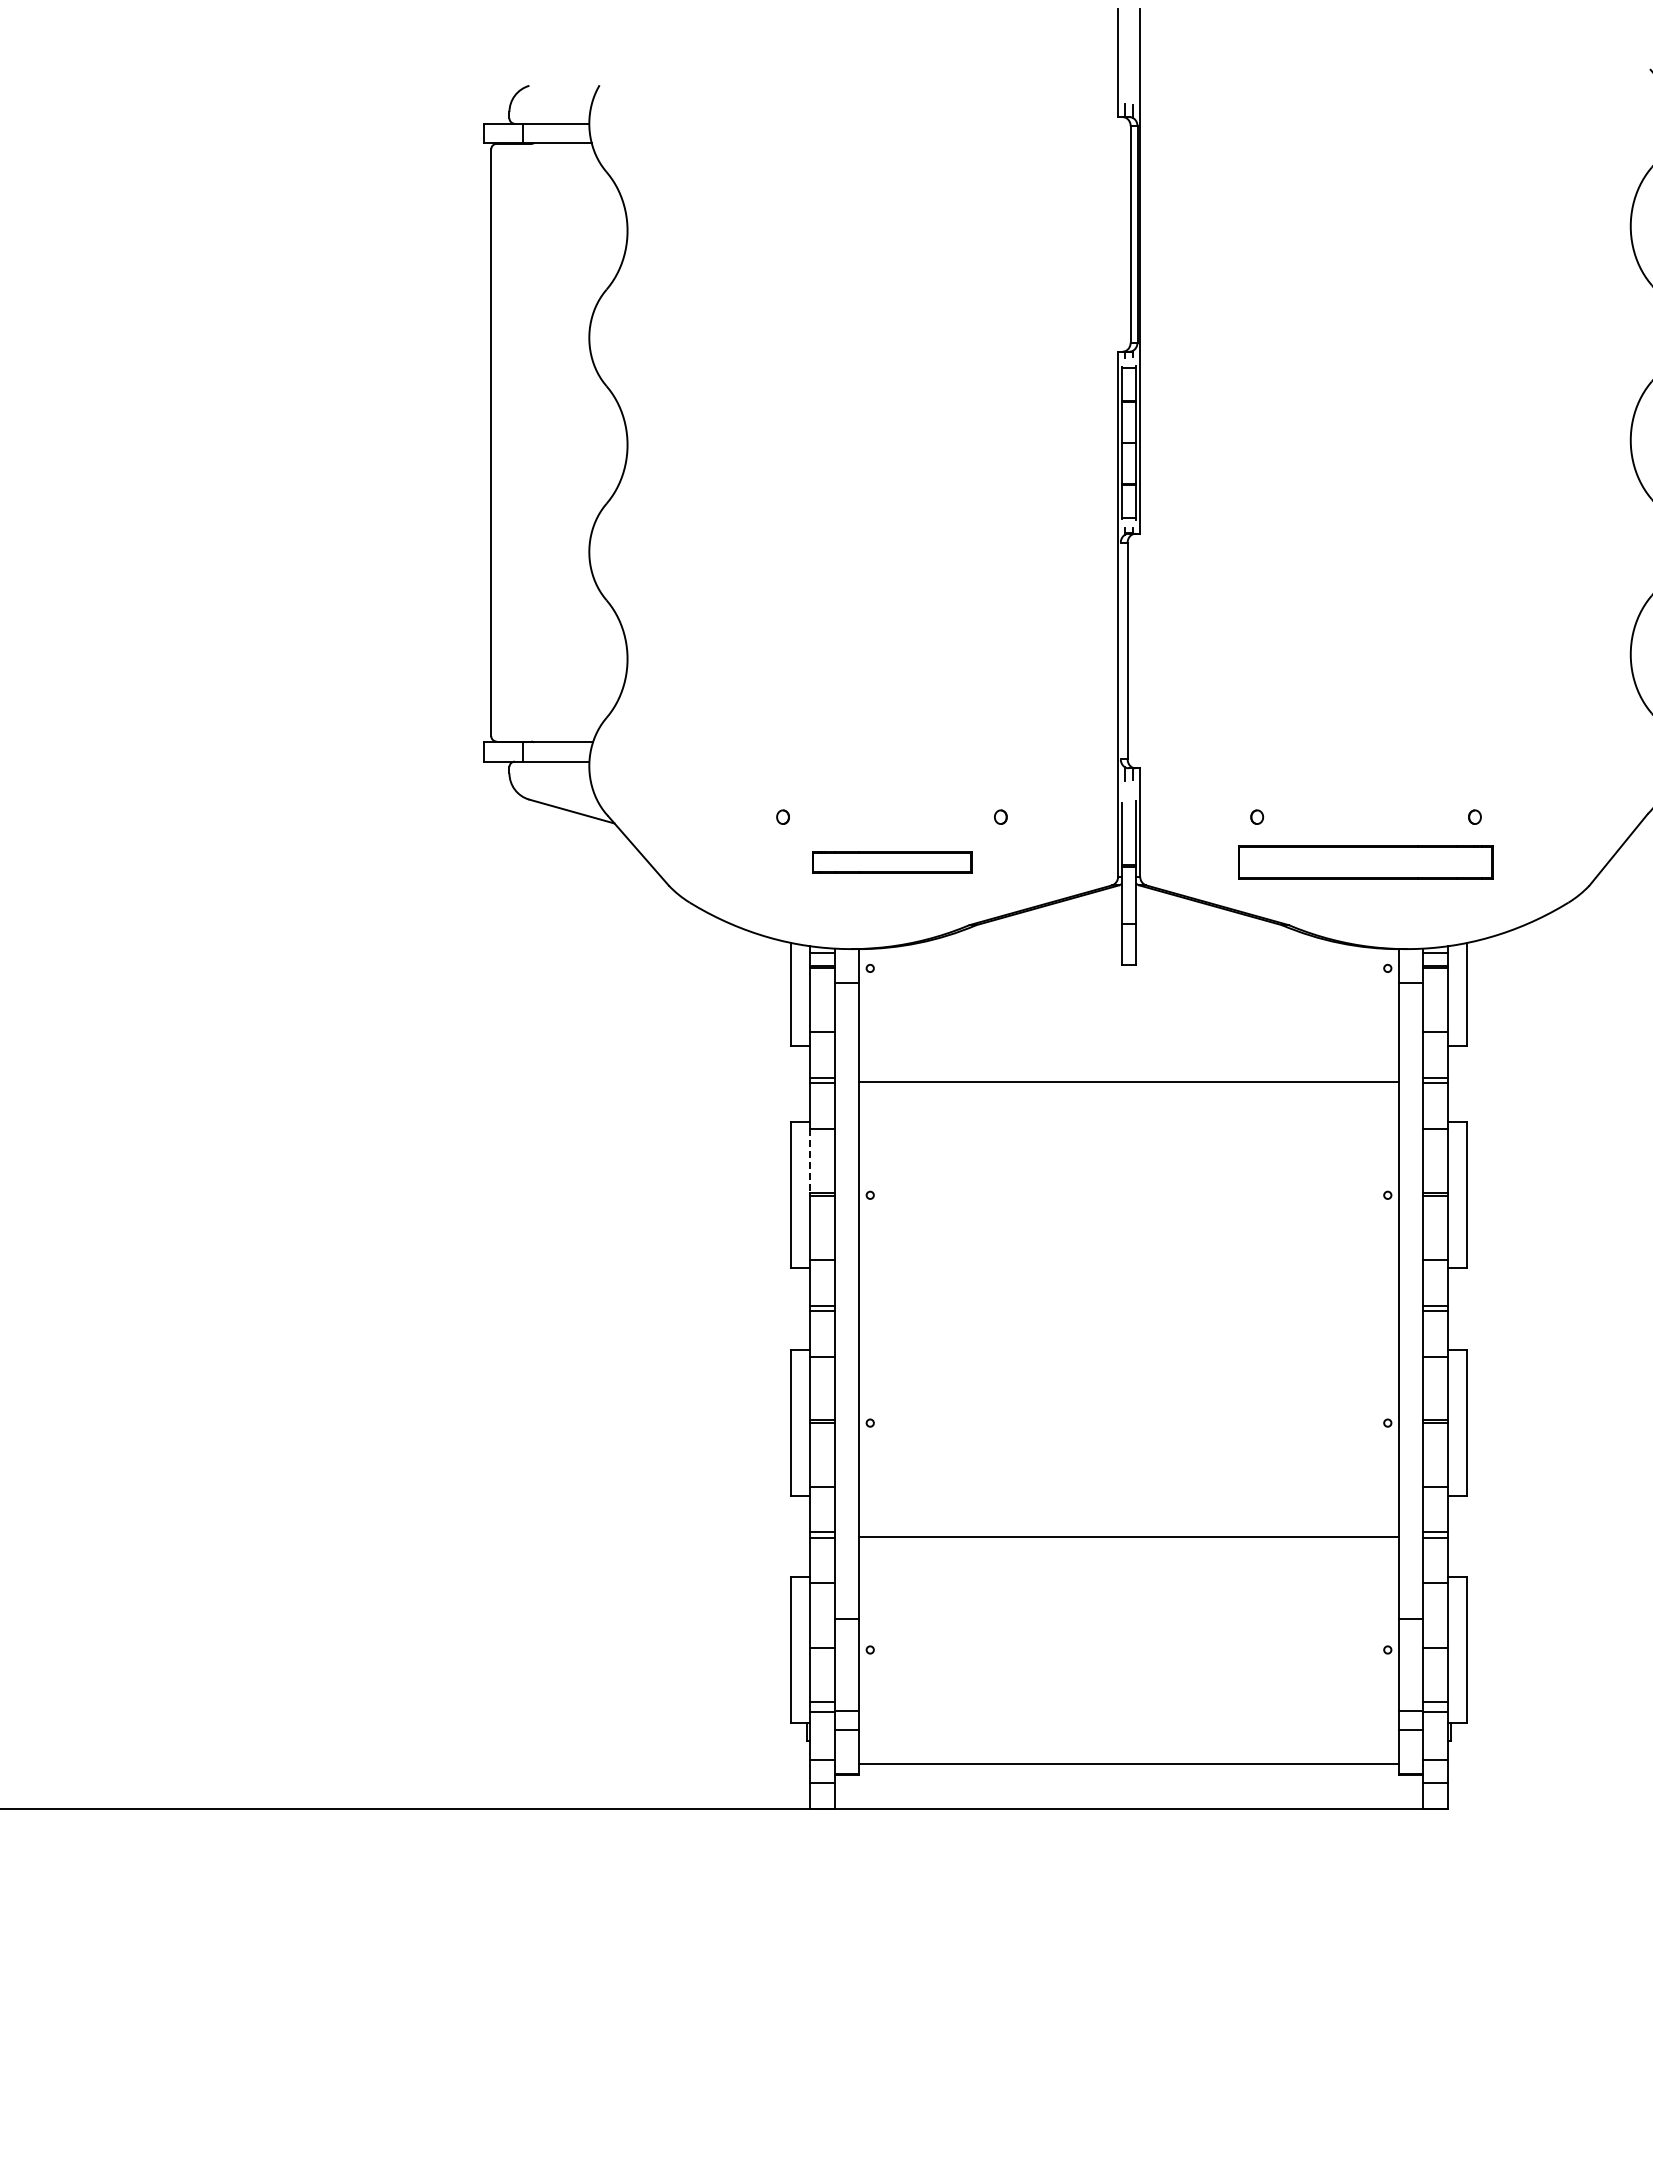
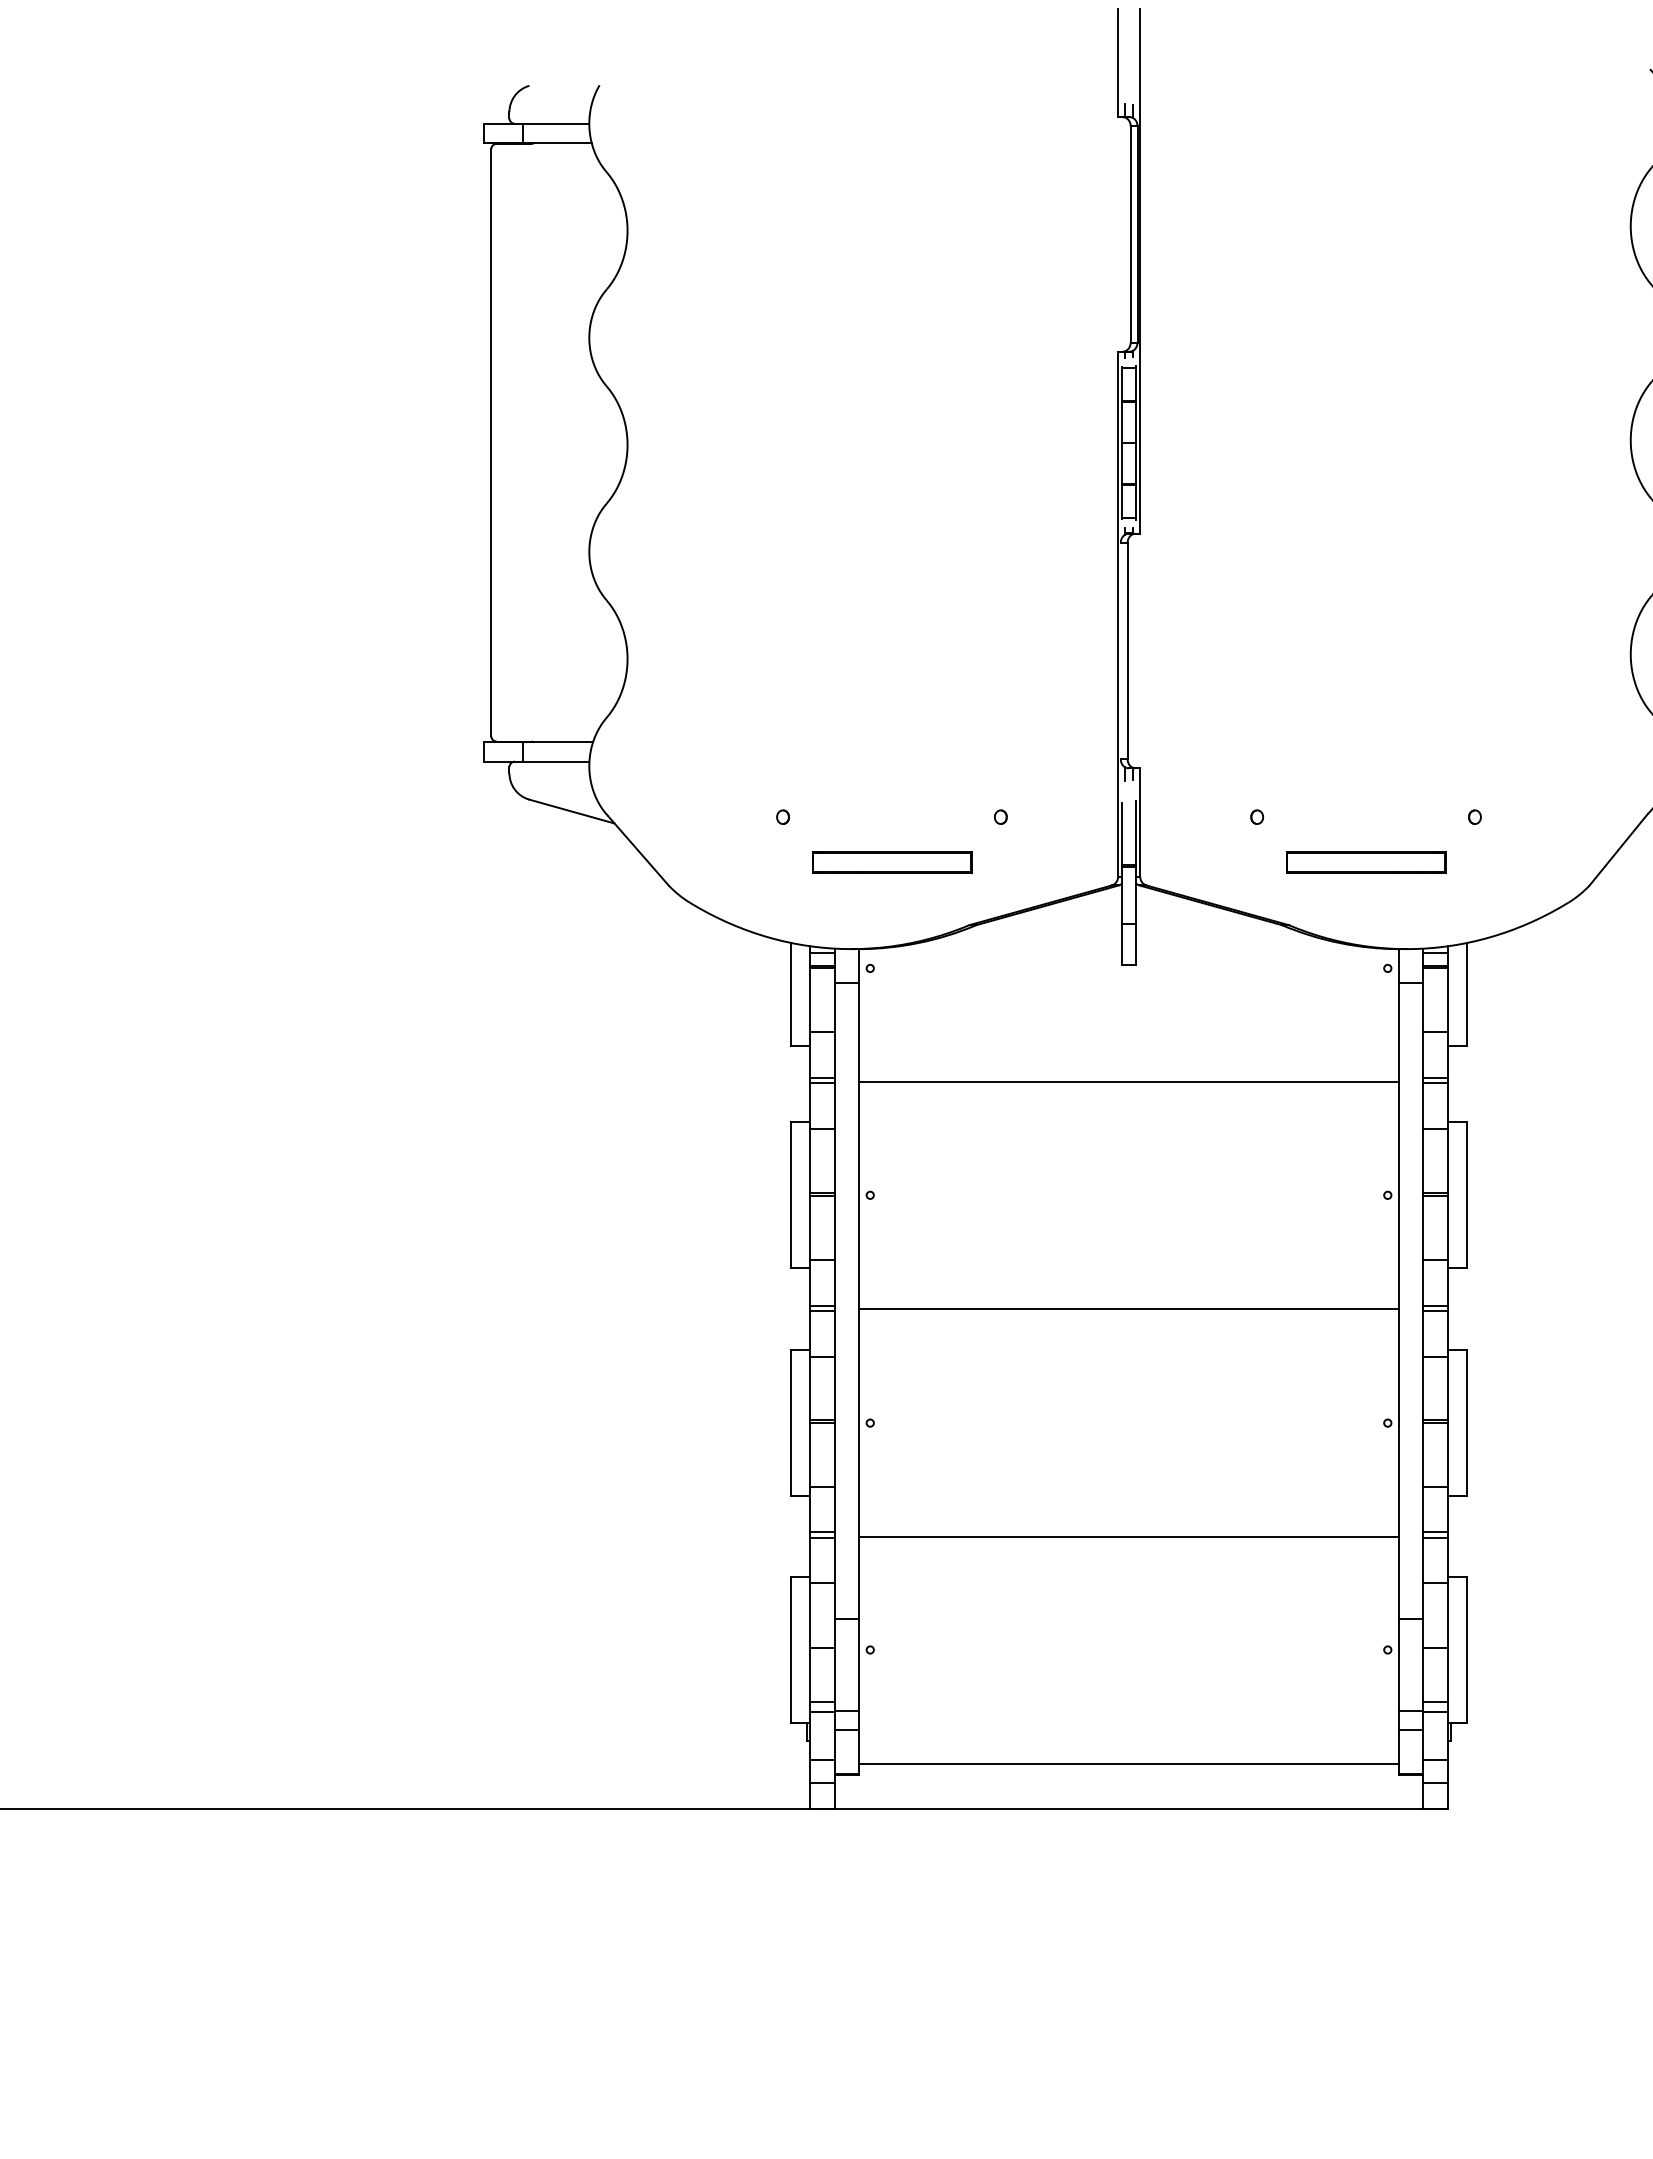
part at (1365, 862) size: 256x35 px -> 161x23 px
line at (810, 1160): dashed -> solid
line at (1128, 1309): none -> present
